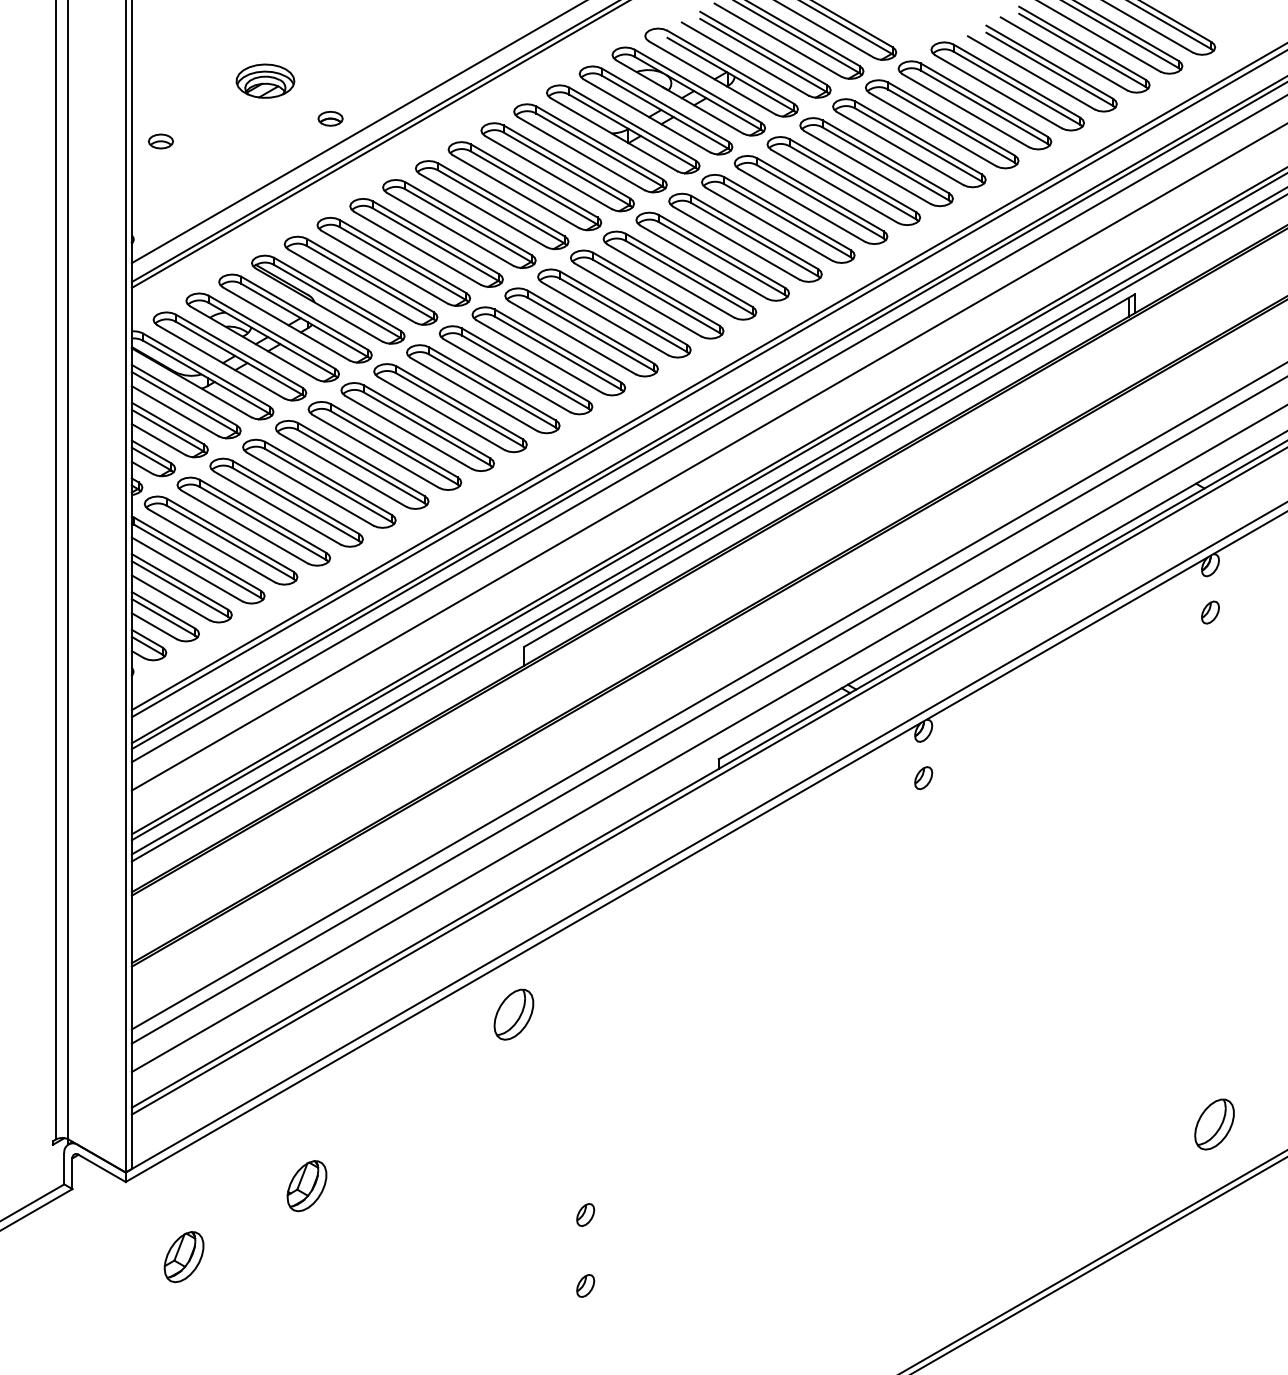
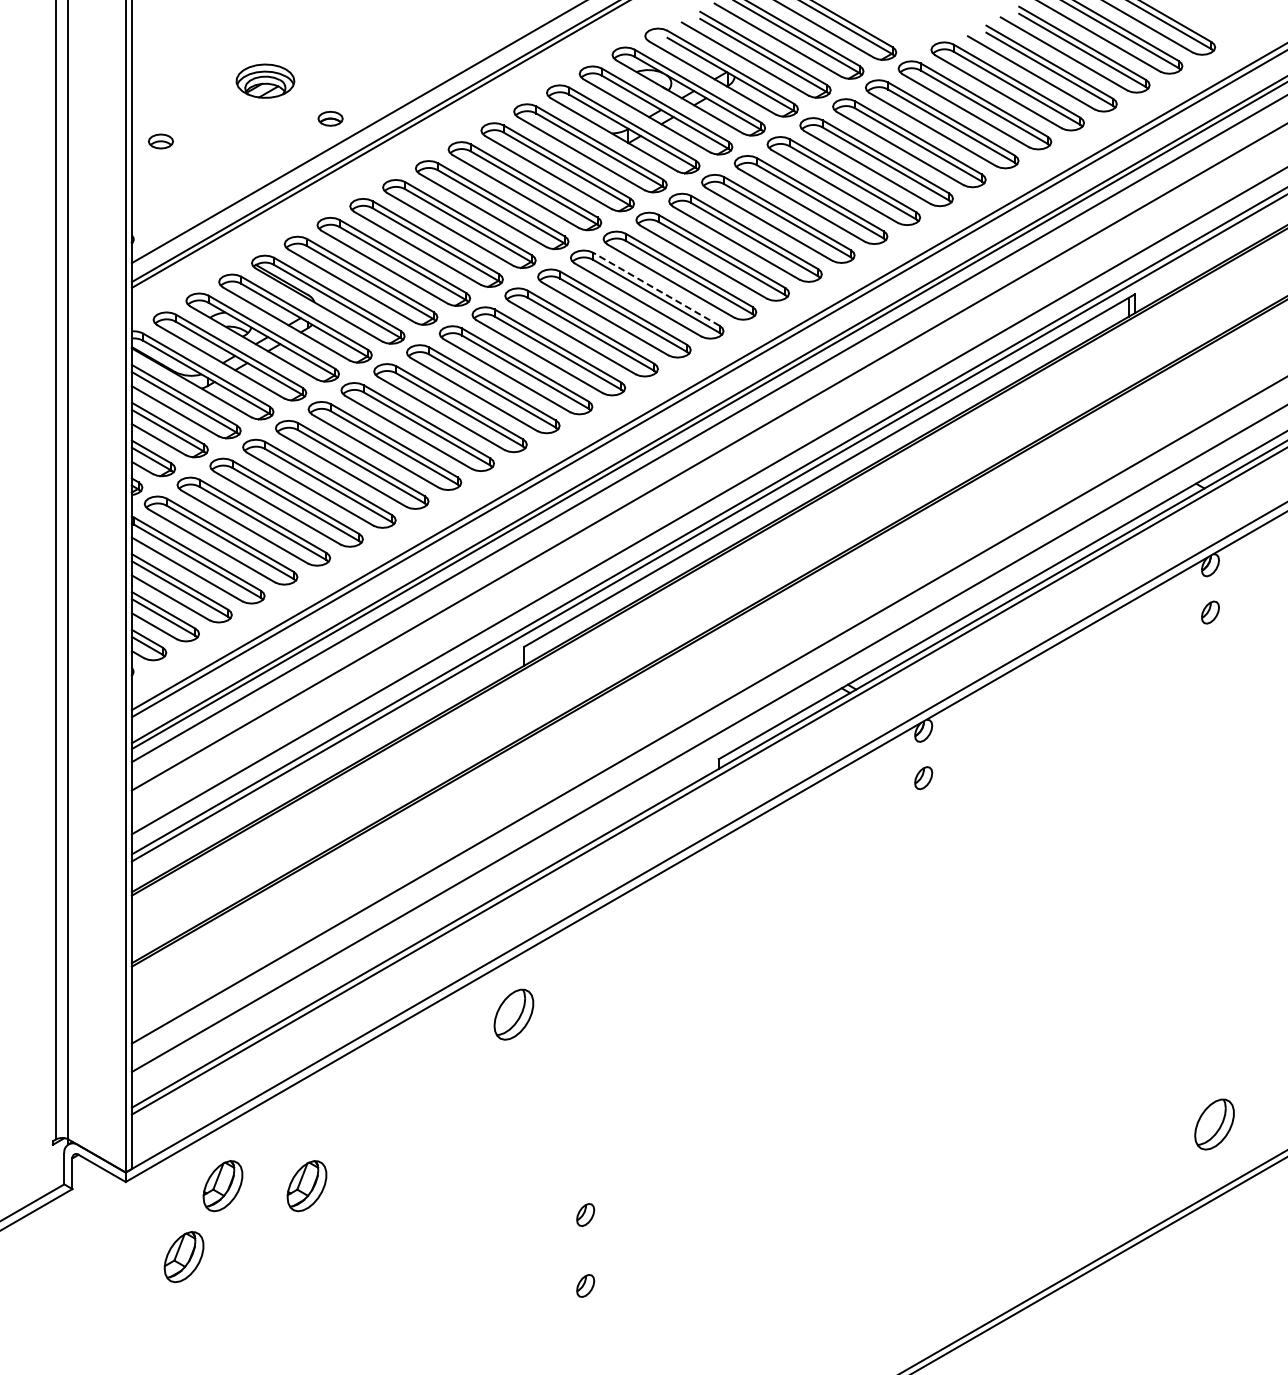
line at (655, 289): solid -> dashed
line at (707, 507): present -> none
line at (707, 696): present -> none
part at (222, 1186): none -> present
